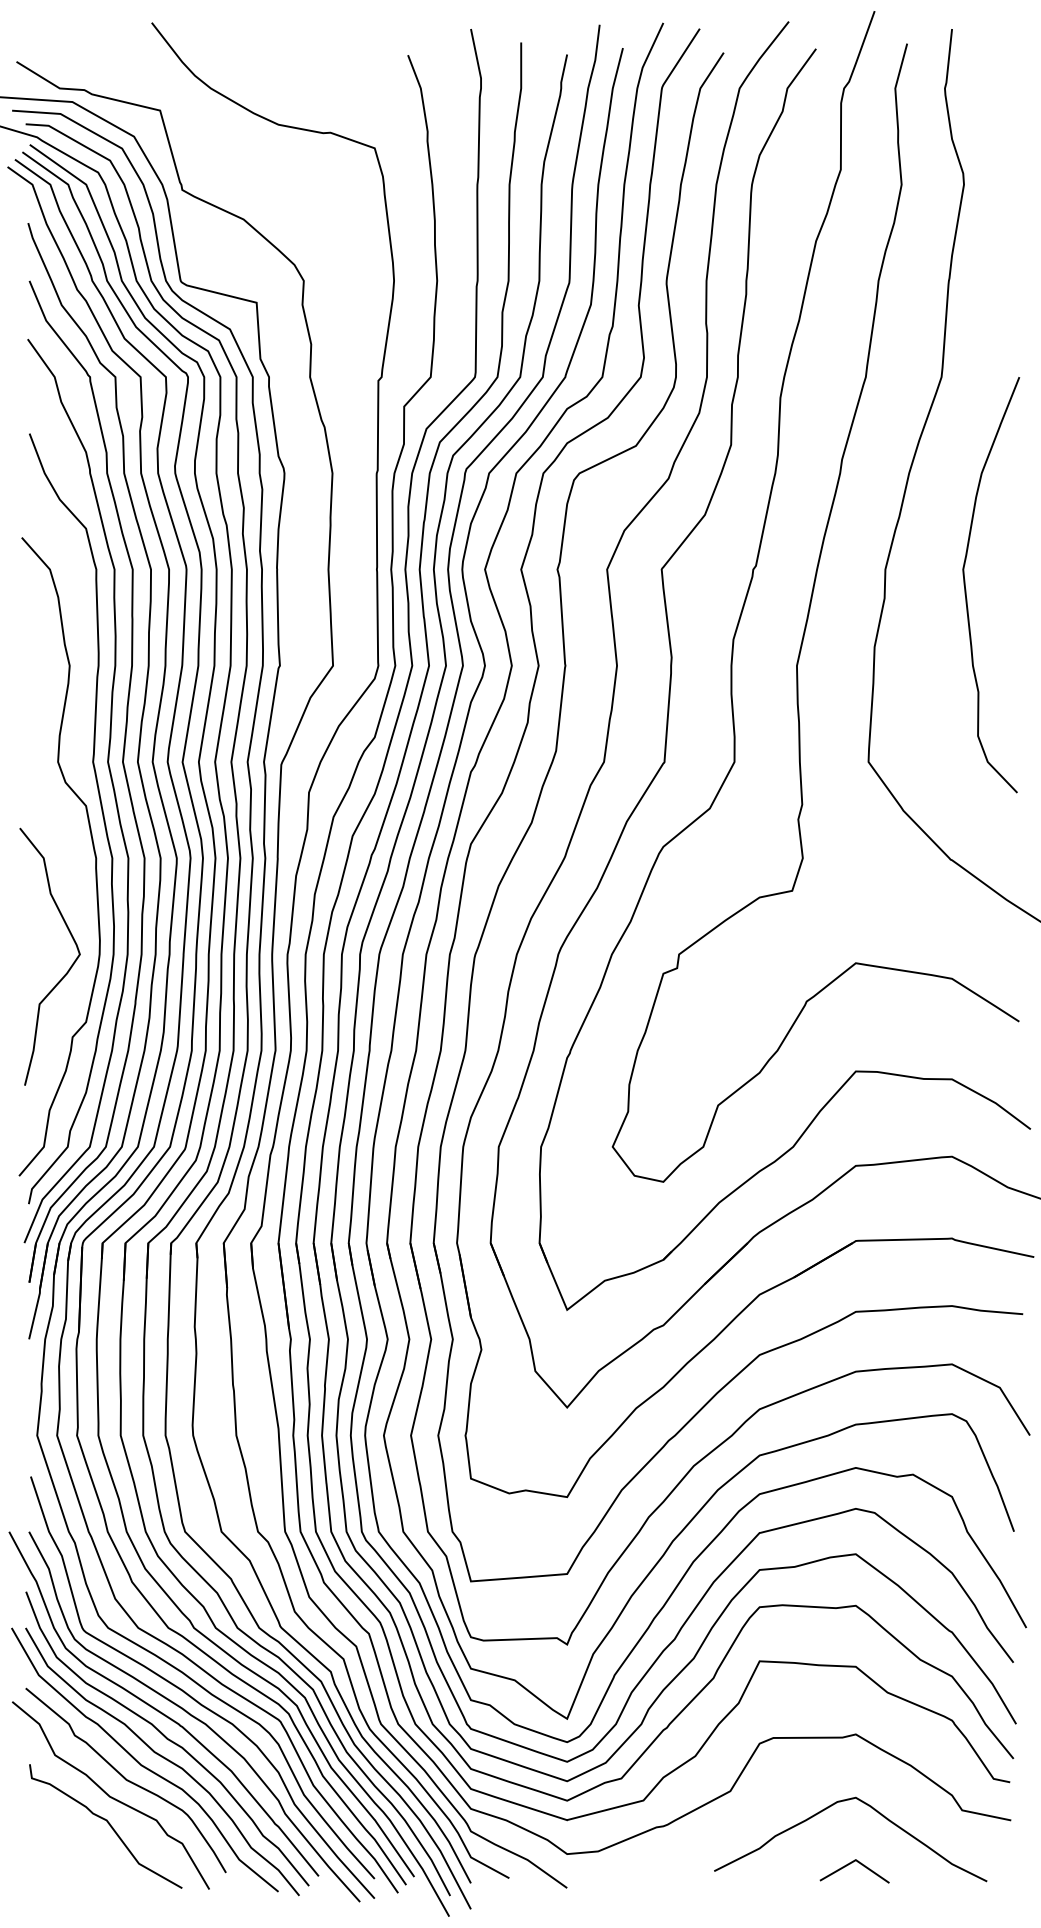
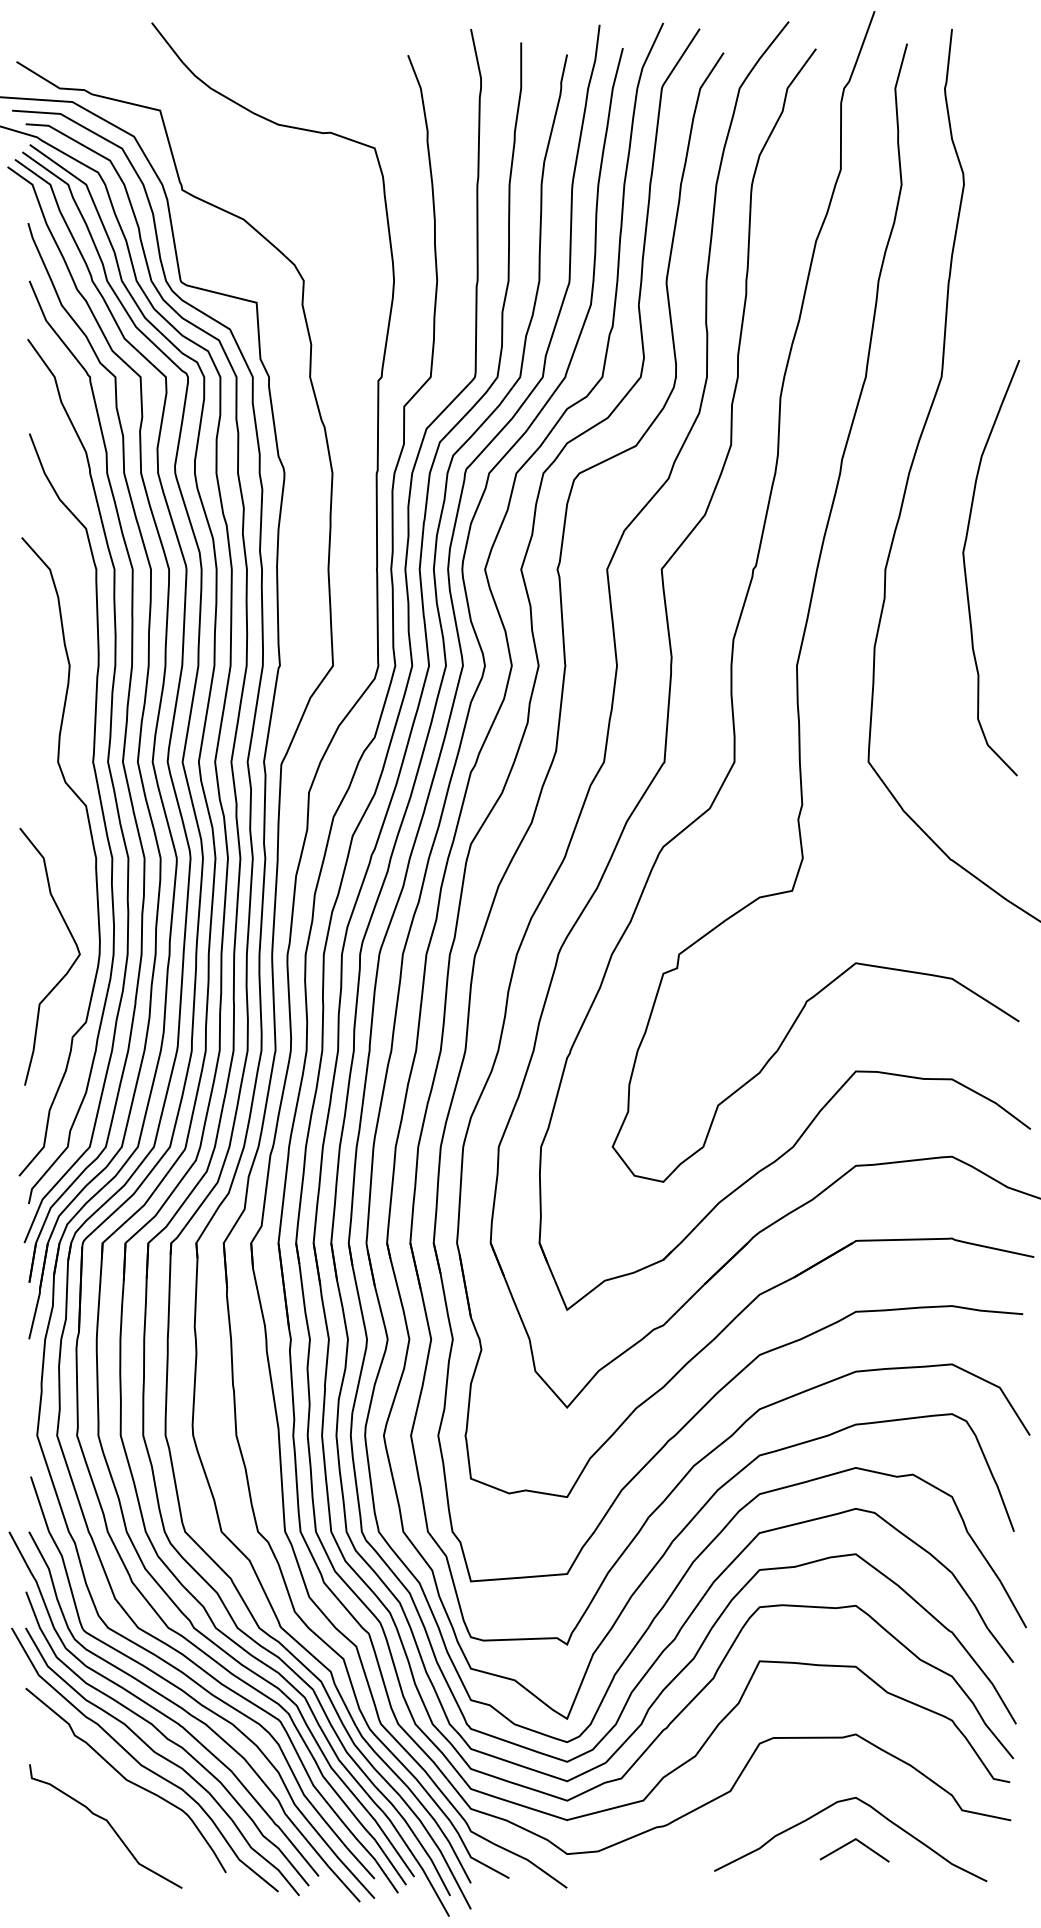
curve at (966, 589) position: (966, 589) -> (966, 572)
curve at (110, 1795): present -> none
line at (850, 1864) position: (850, 1864) -> (850, 1843)
